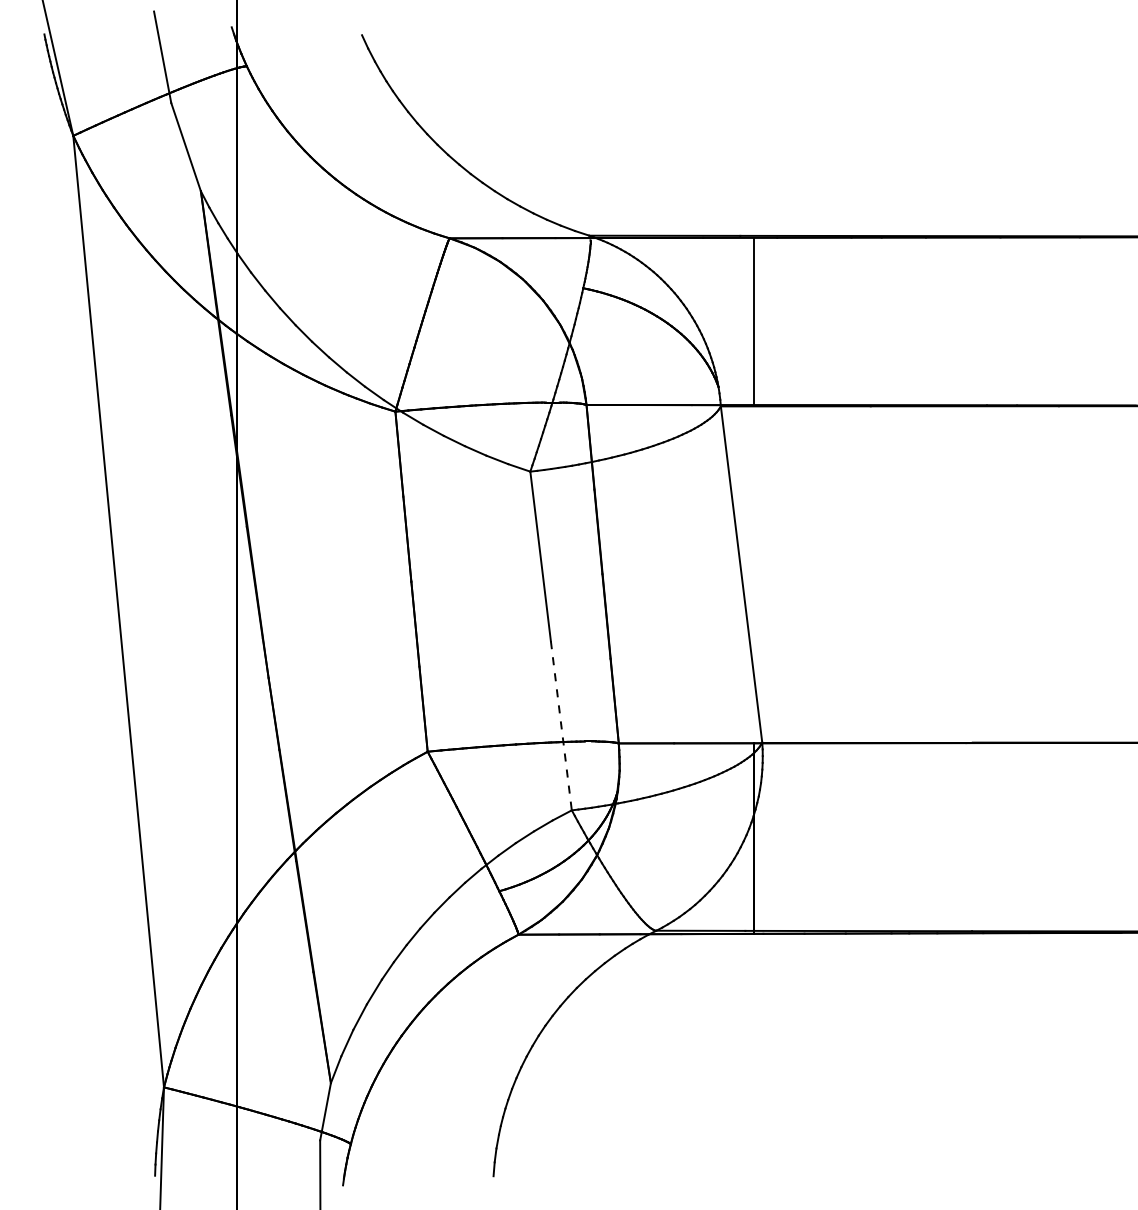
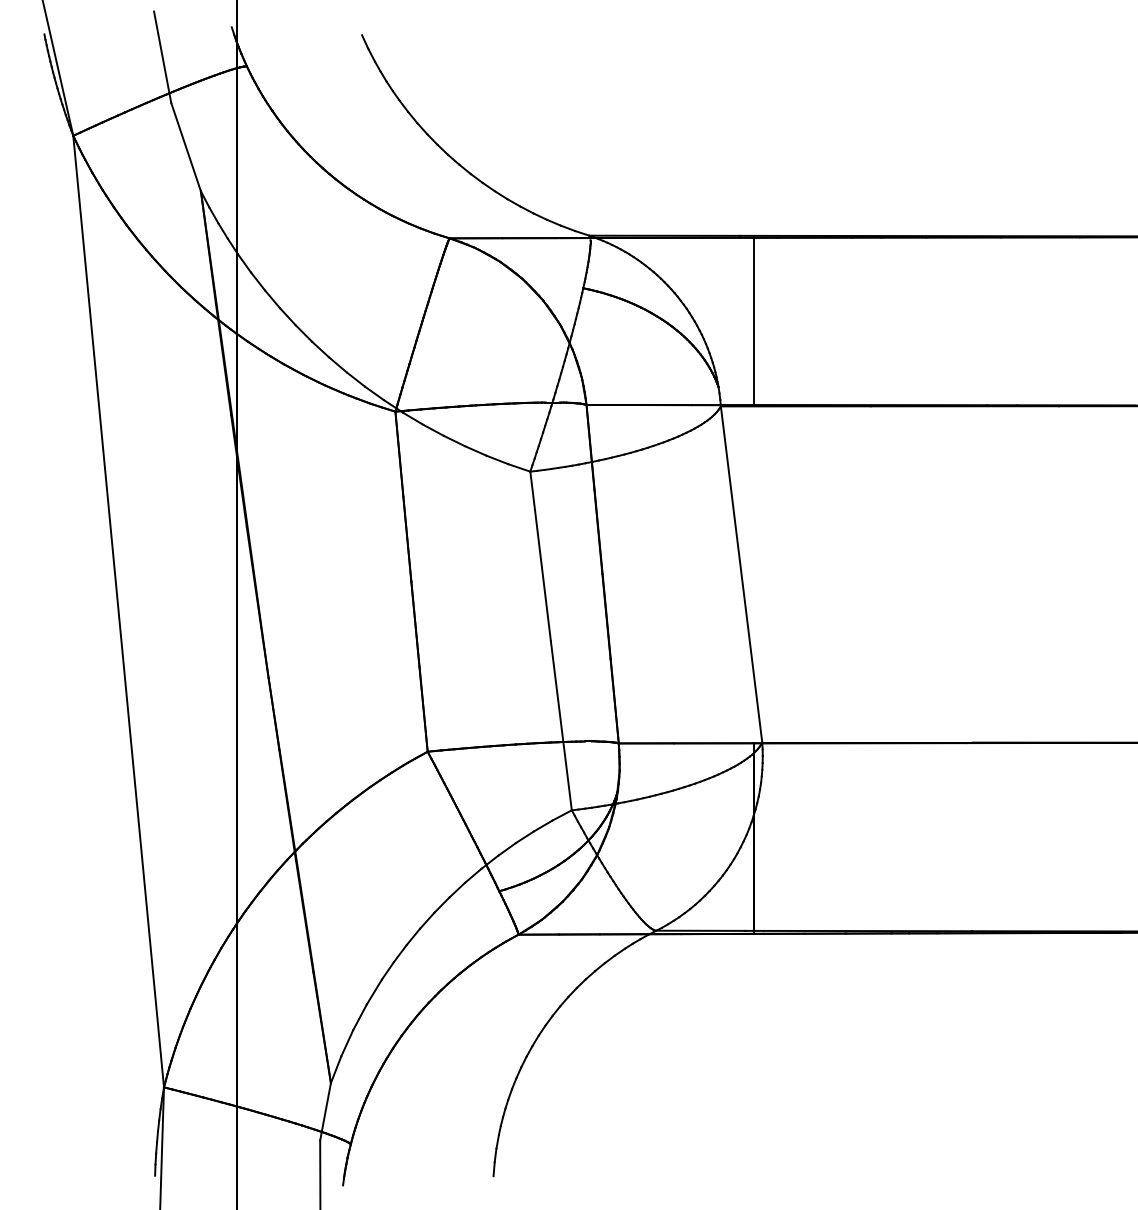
line at (561, 726): dashed -> solid
